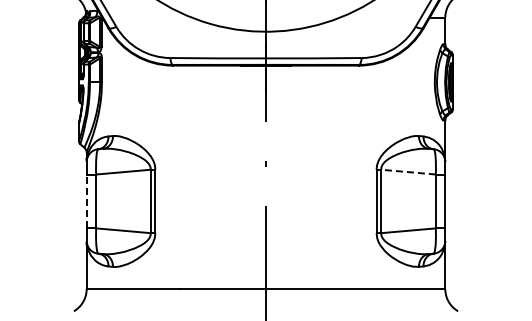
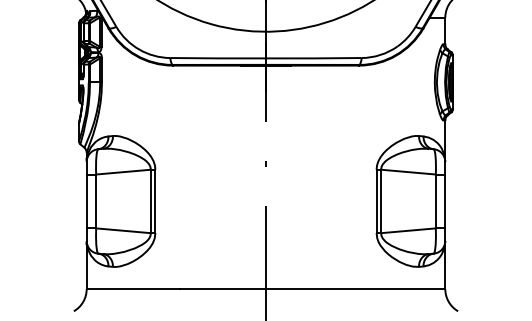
line at (407, 172): dashed -> solid
line at (86, 201): dashed -> solid
